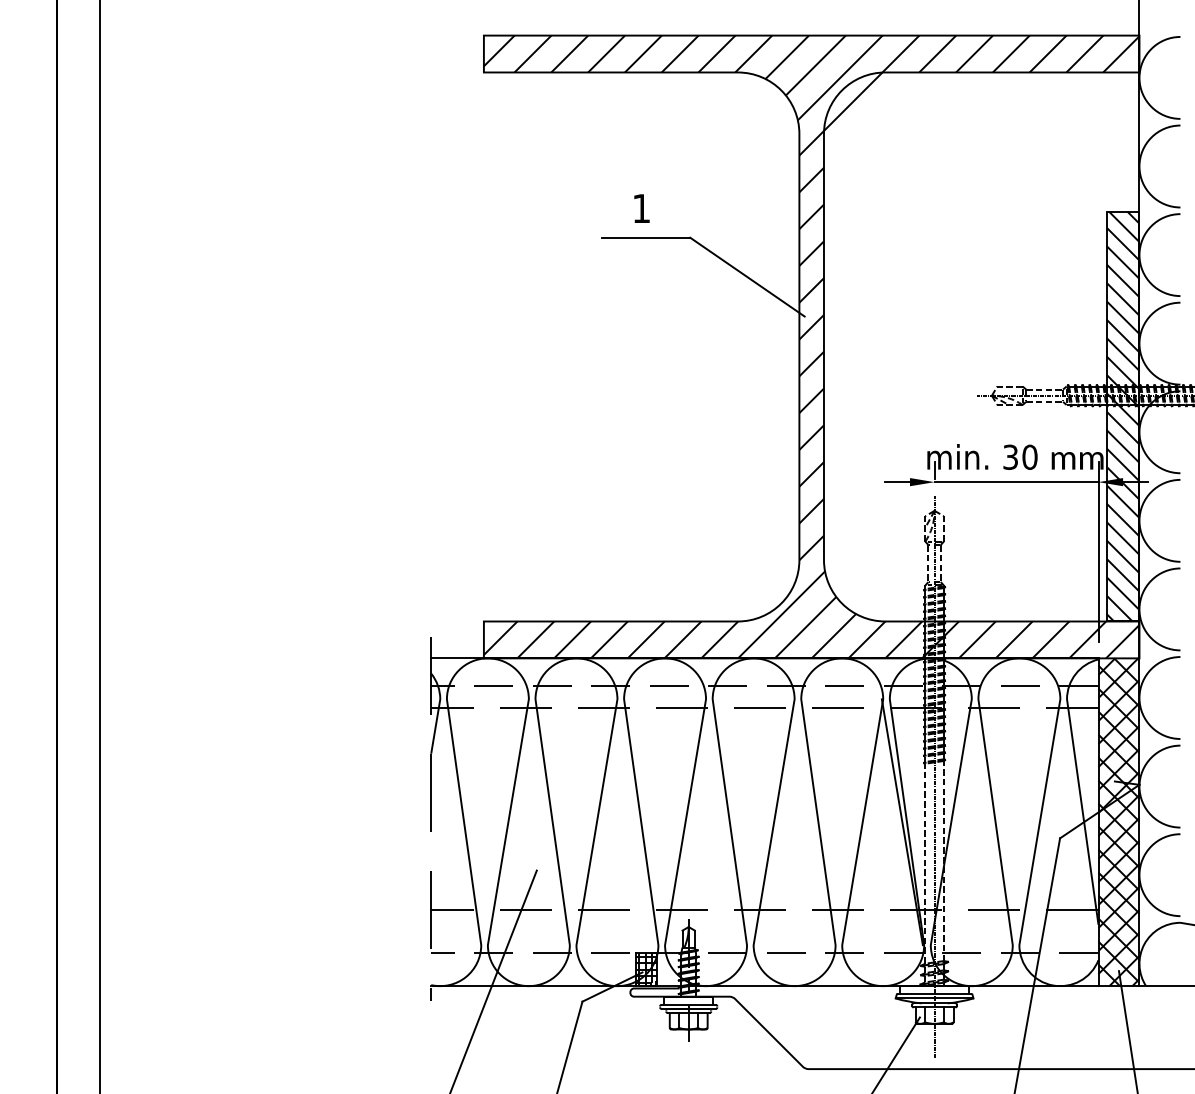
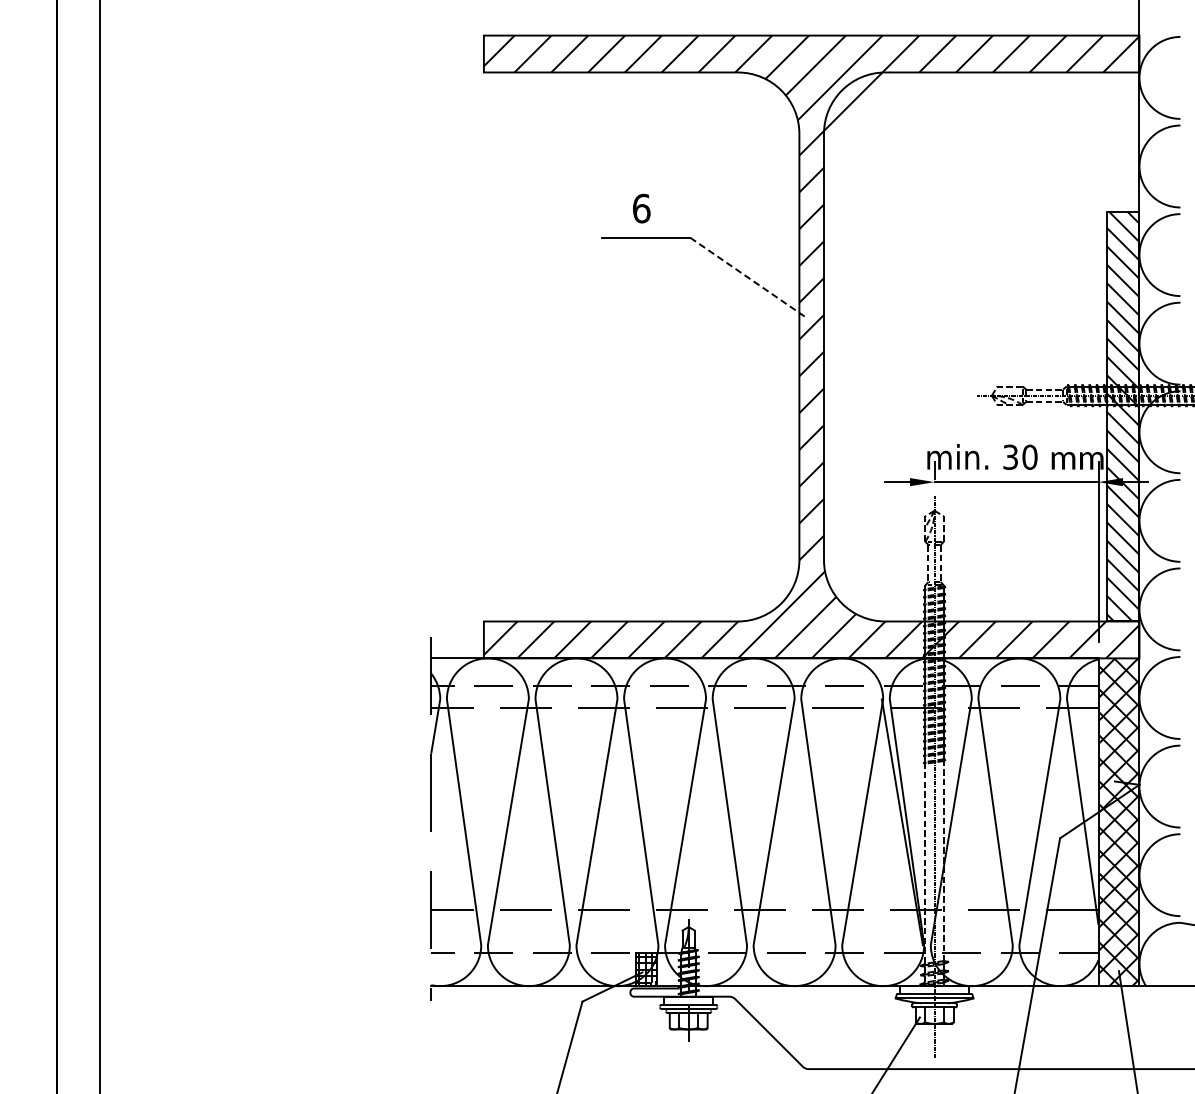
text at (641, 208): 1 -> 6
line at (747, 277): solid -> dashed
line at (493, 980): present -> none
